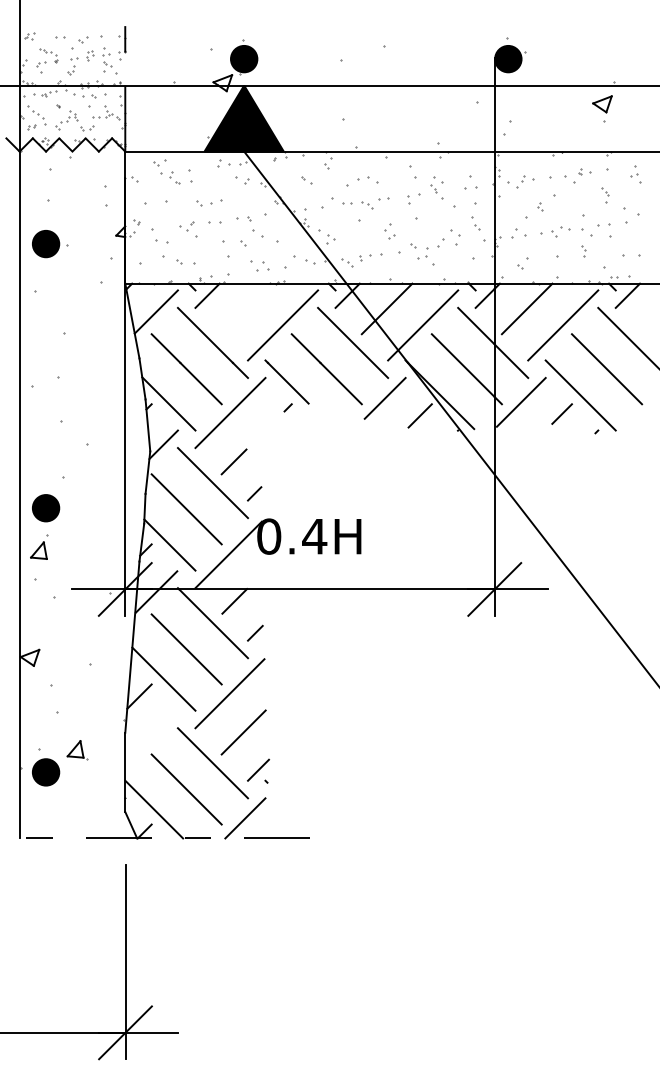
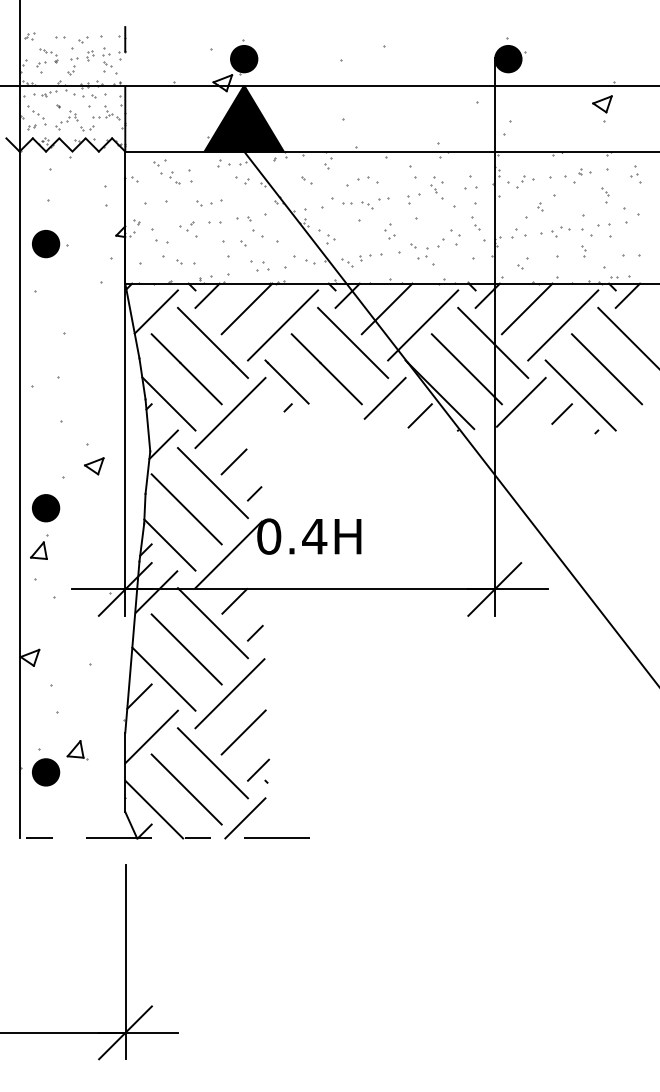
line at (246, 308): none -> present
part at (94, 466): none -> present
line at (151, 736): none -> present
